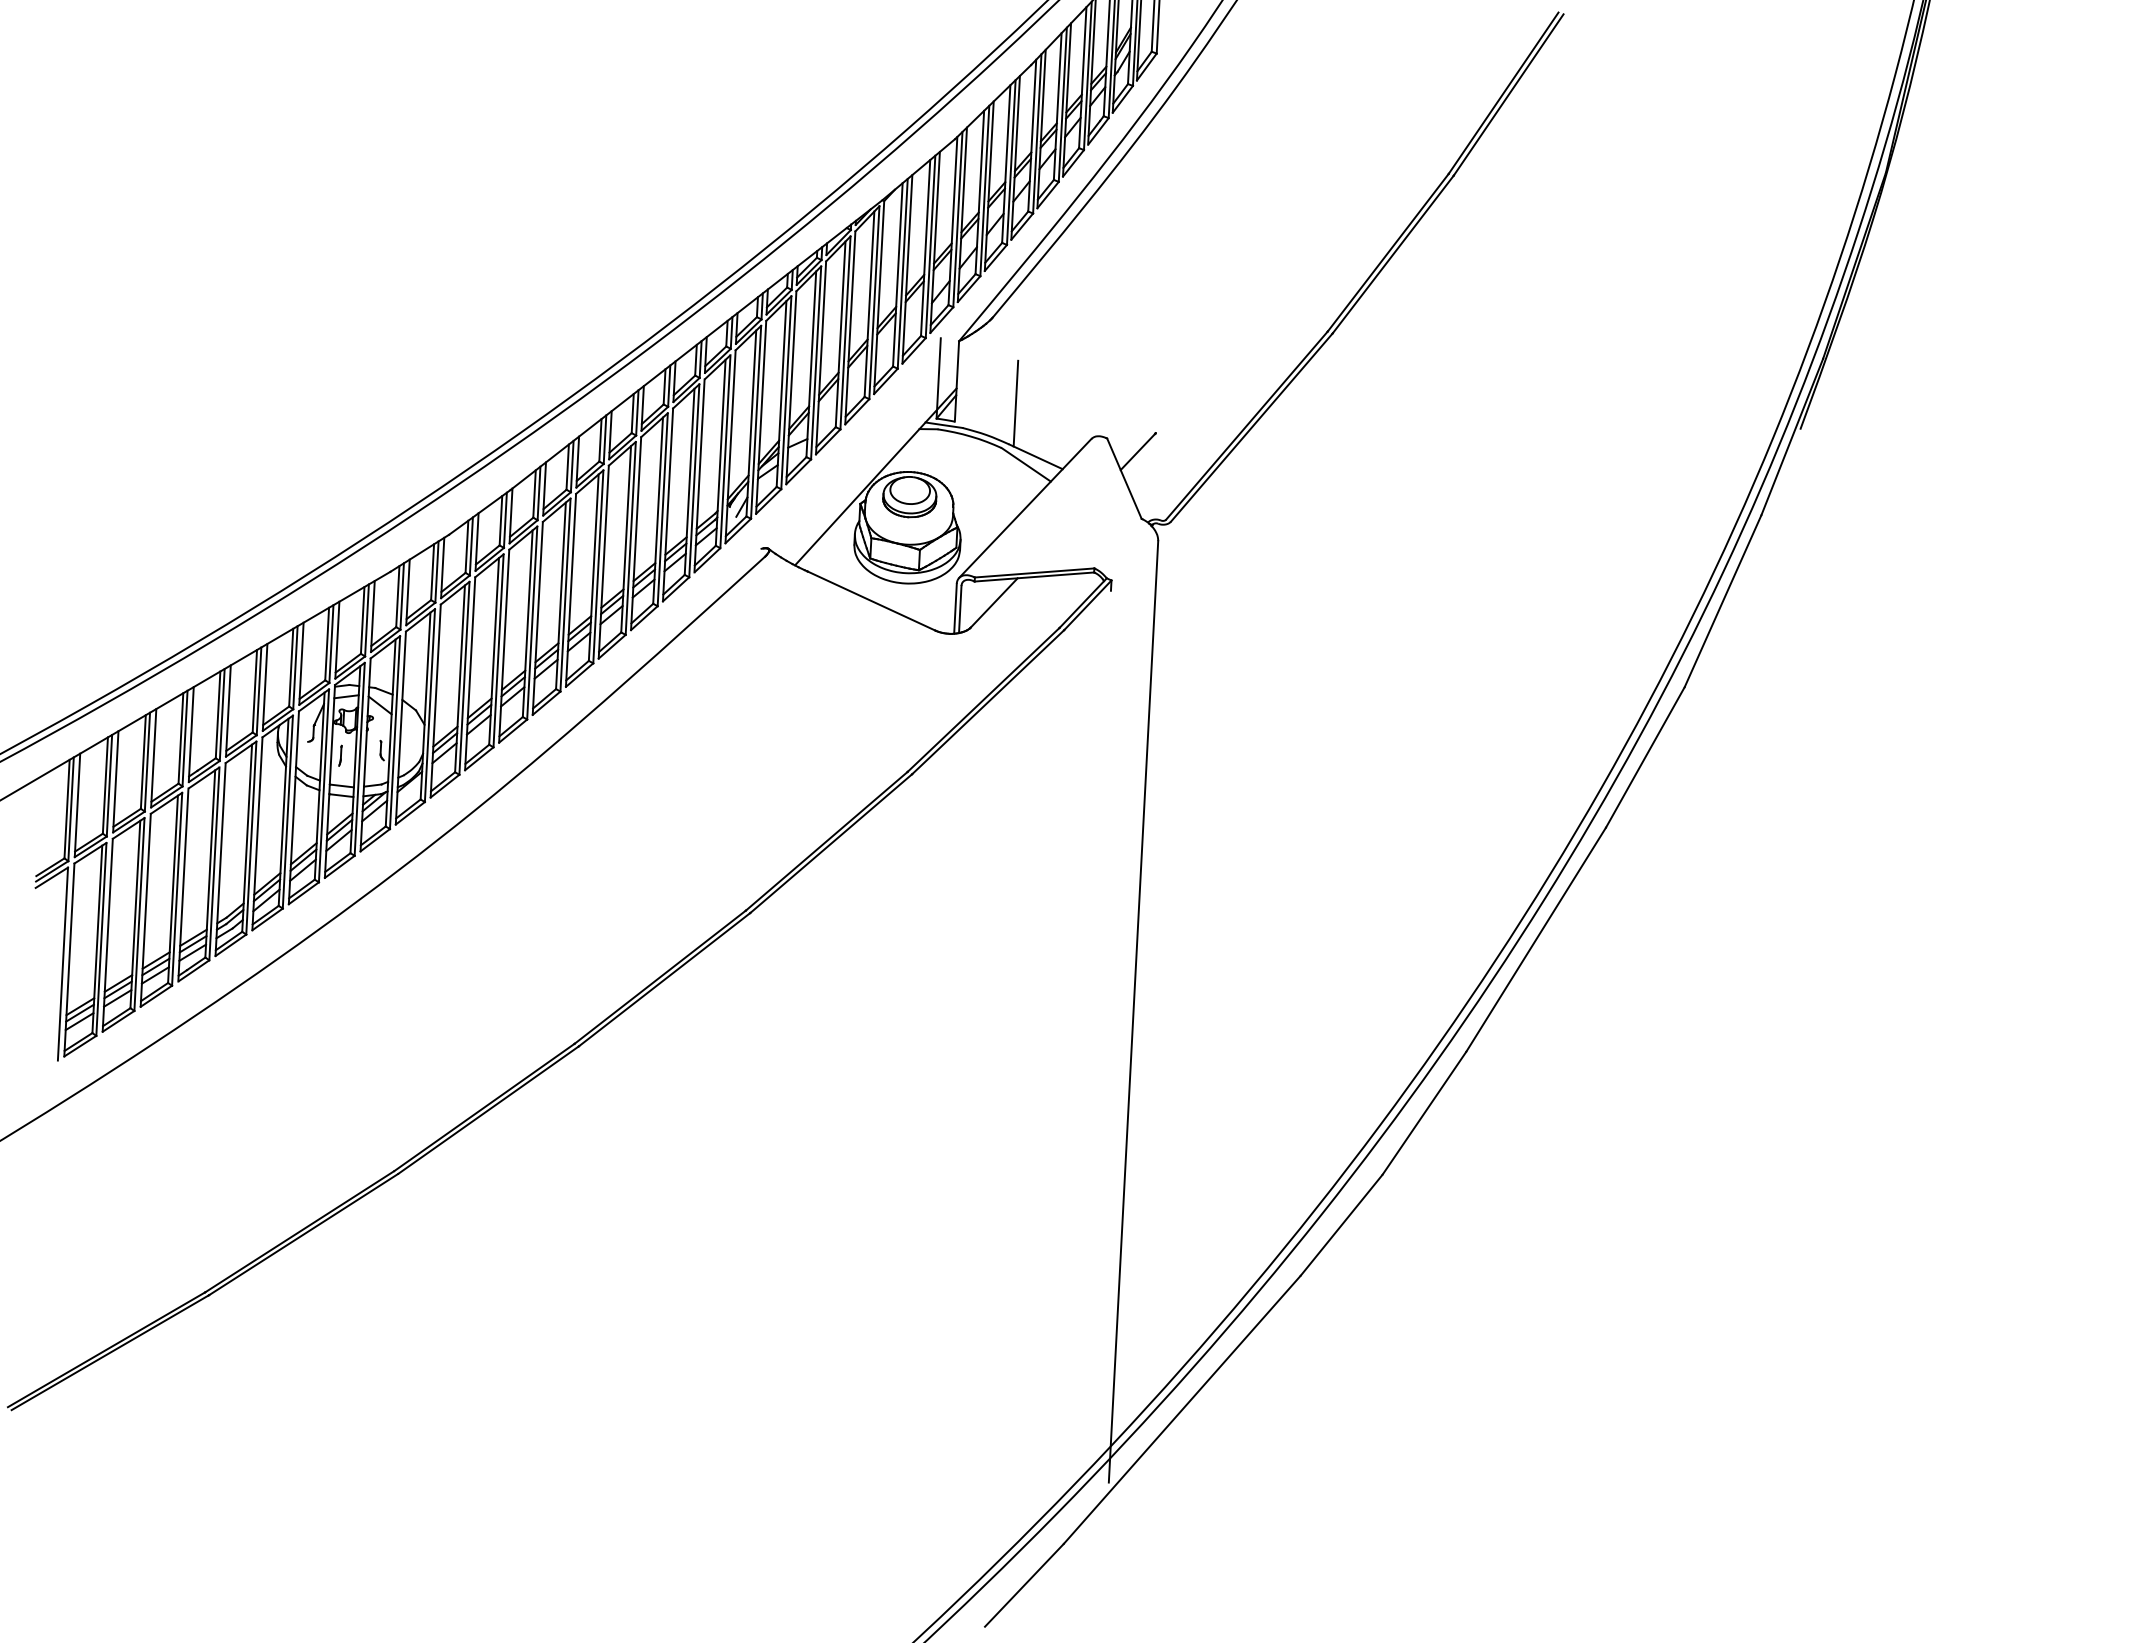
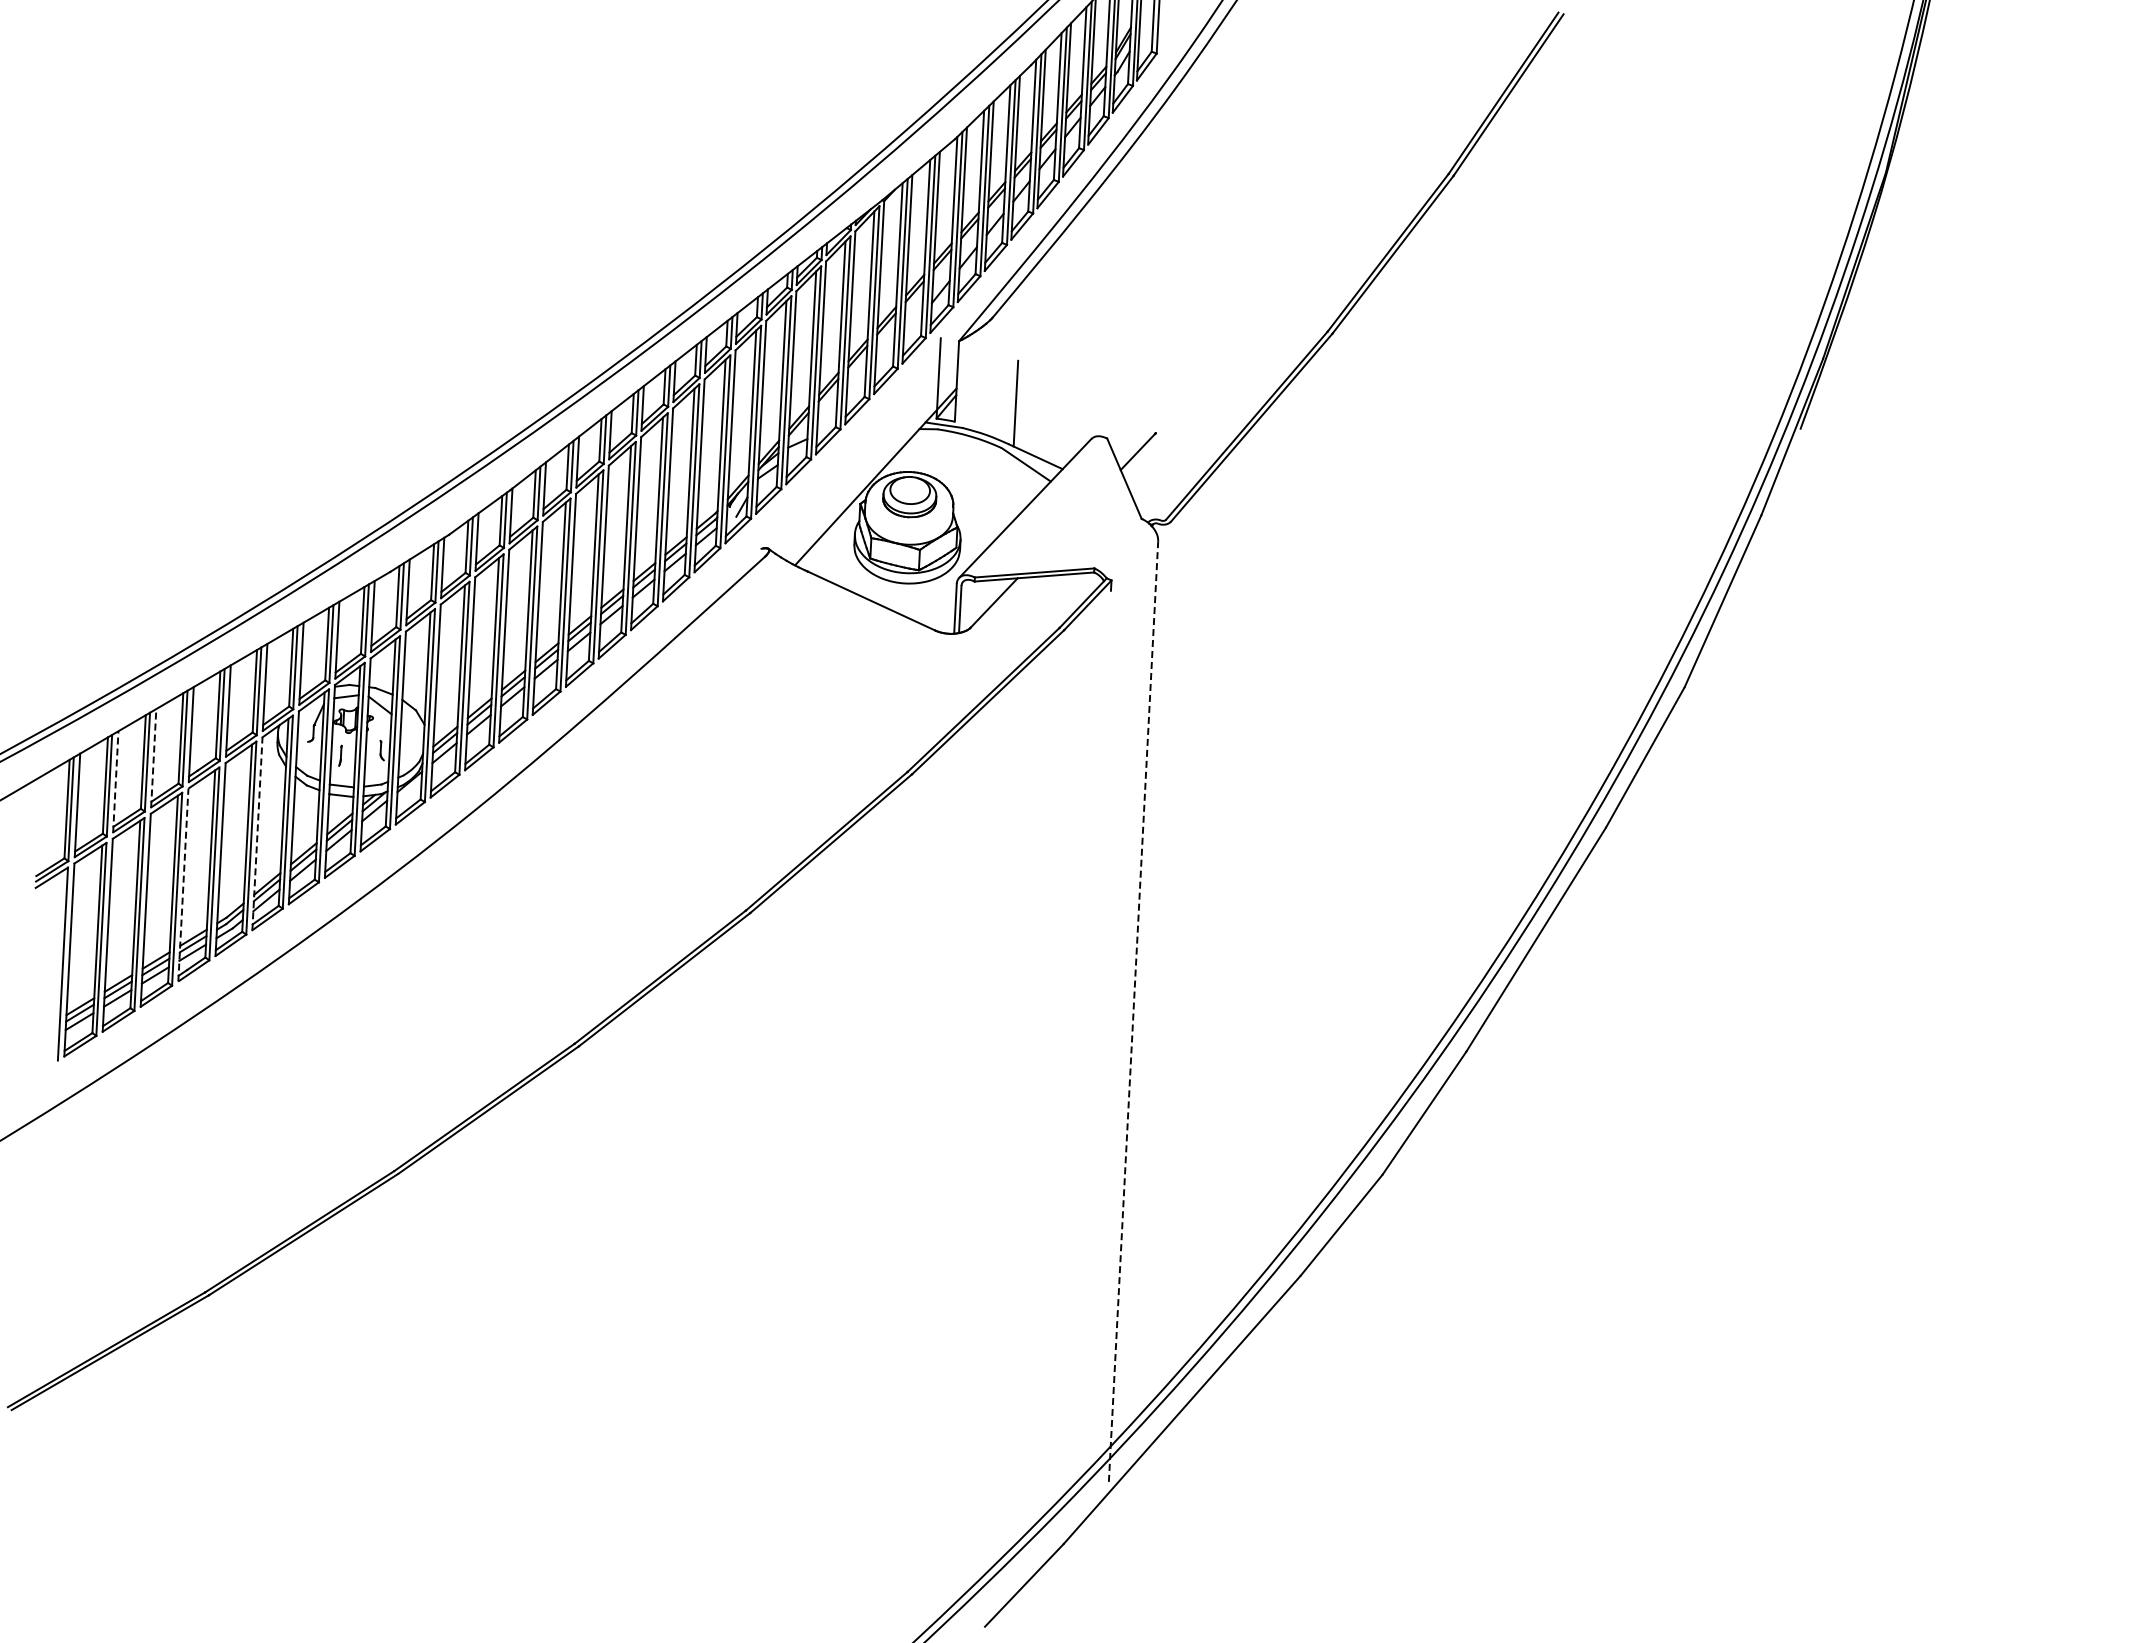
line at (153, 757): solid -> dashed
line at (115, 781): solid -> dashed
line at (257, 833): solid -> dashed
line at (183, 885): solid -> dashed
line at (1133, 1012): solid -> dashed
